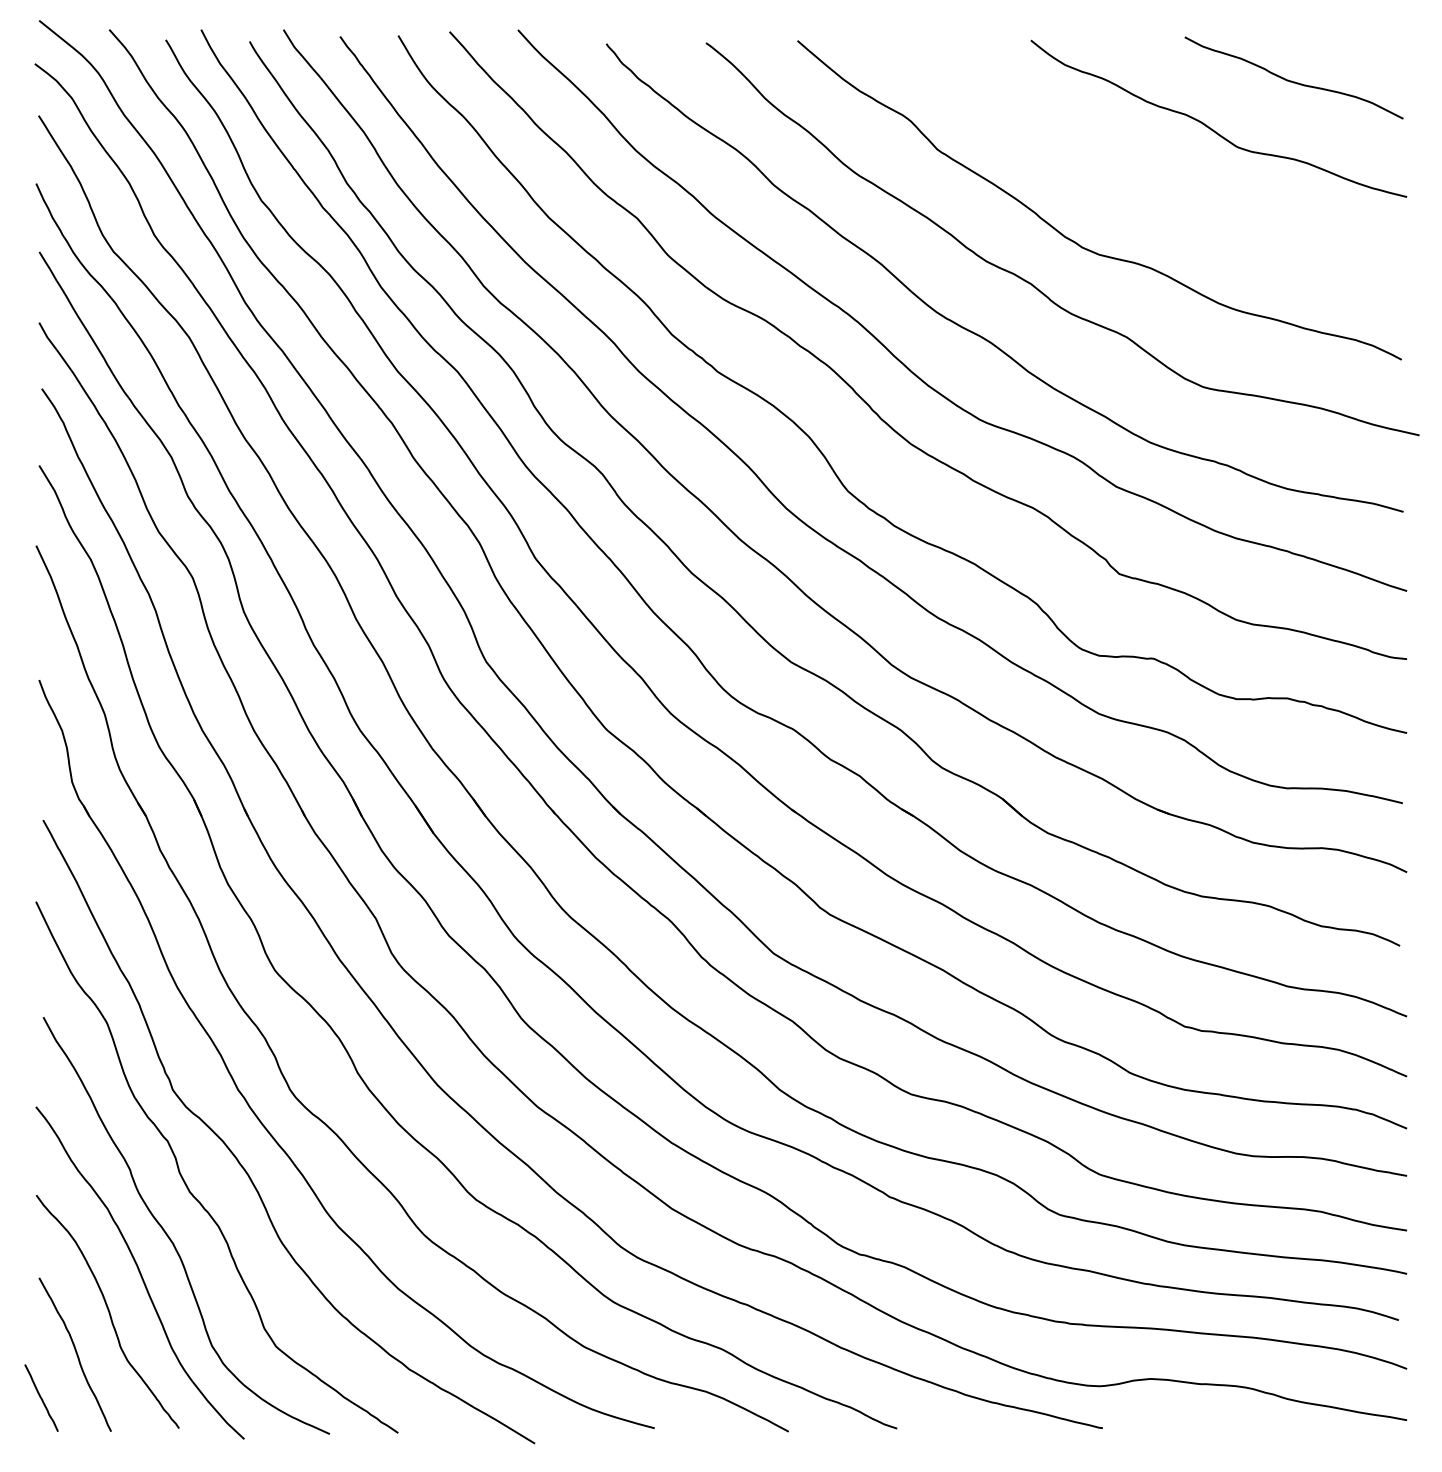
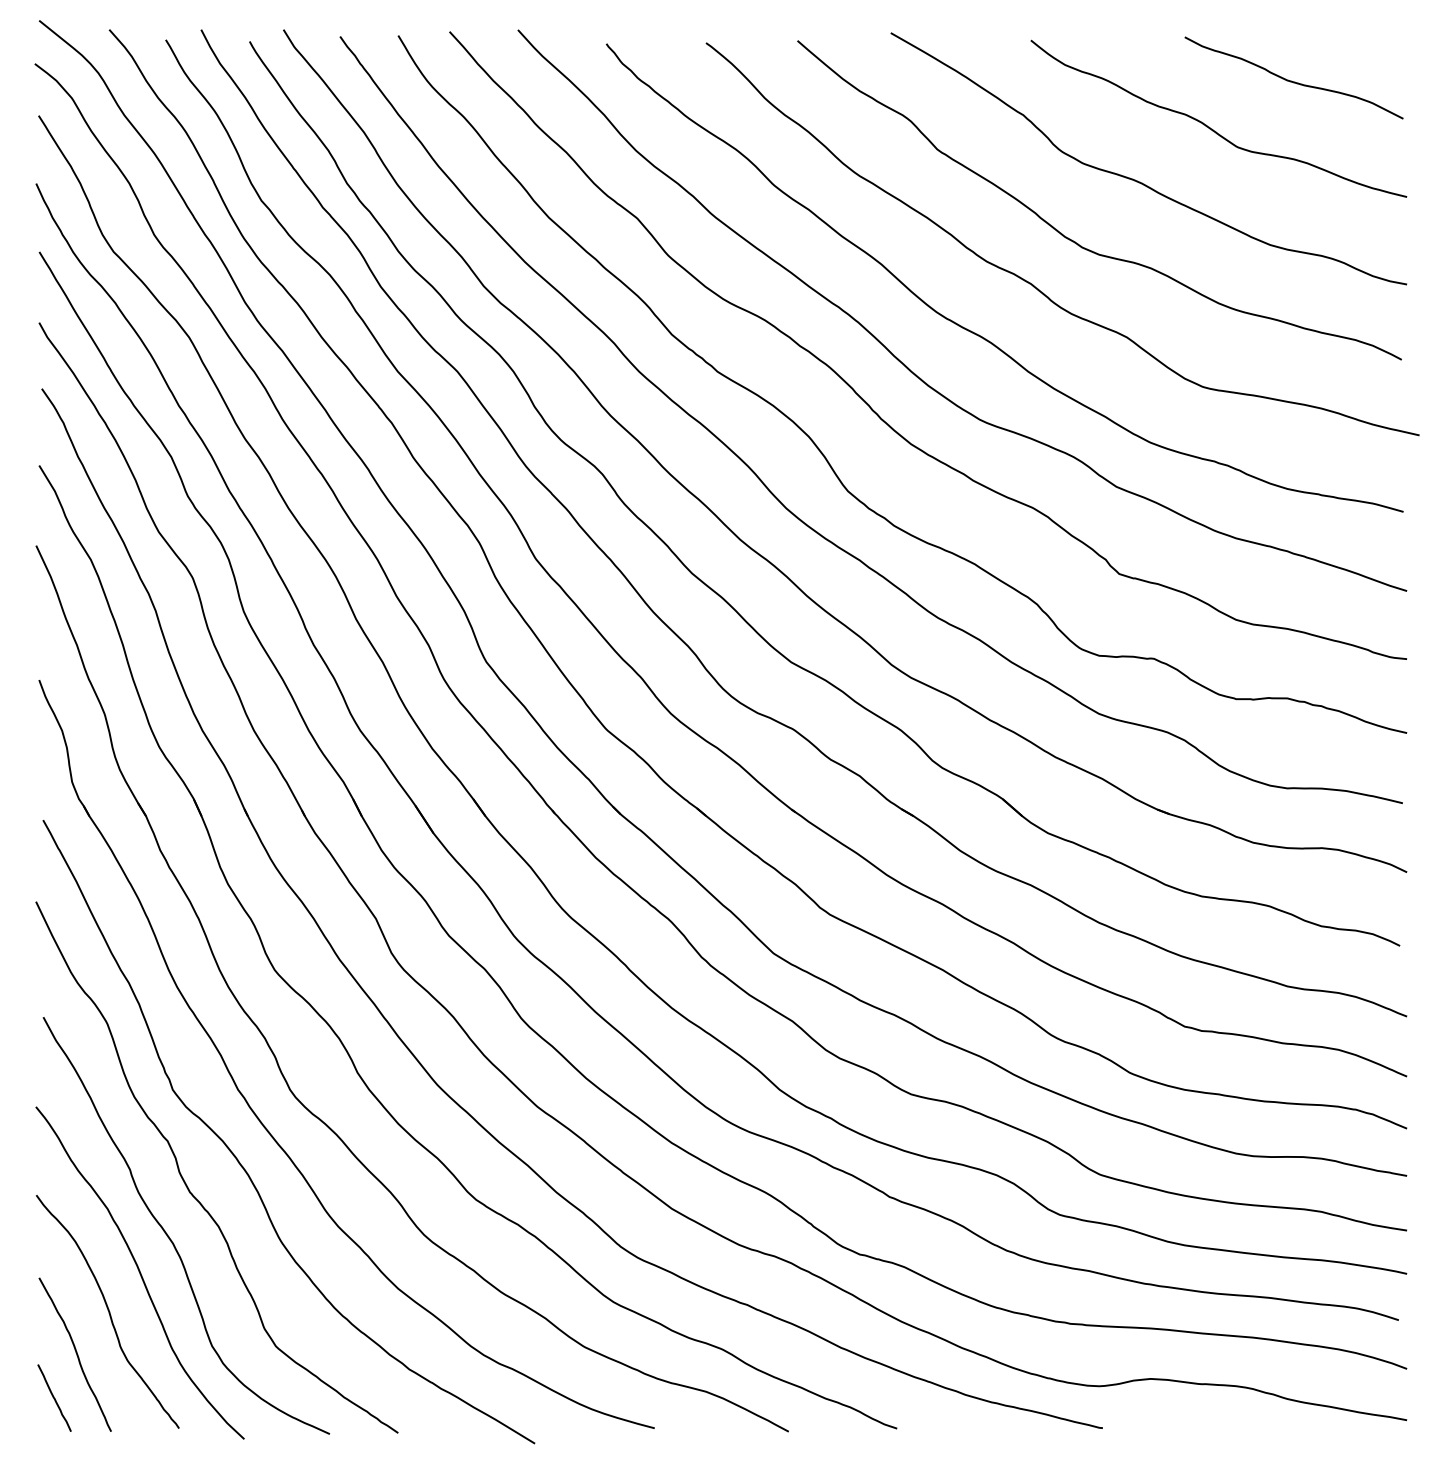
curve at (1140, 181): none -> present
line at (41, 1397) position: (41, 1397) -> (54, 1397)
